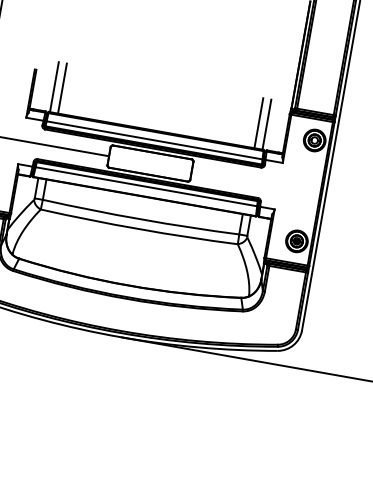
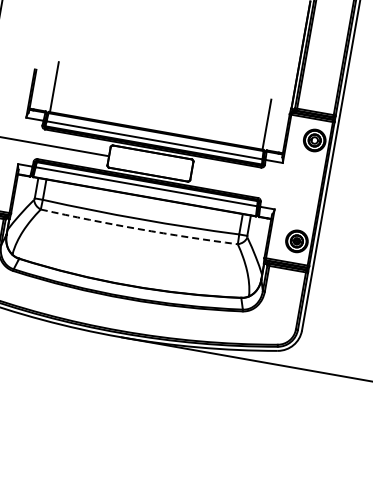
line at (62, 88): present -> none
line at (258, 123): present -> none
arc at (138, 229): solid -> dashed
